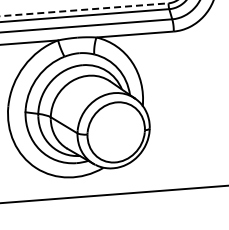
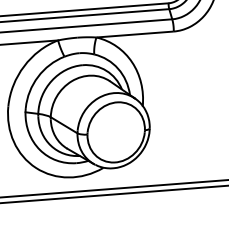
line at (84, 9): dashed -> solid
line at (113, 188): none -> present
